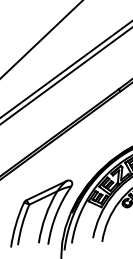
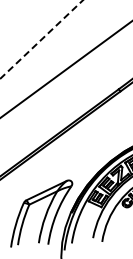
line at (41, 39): solid -> dashed
line at (65, 75): present -> none
